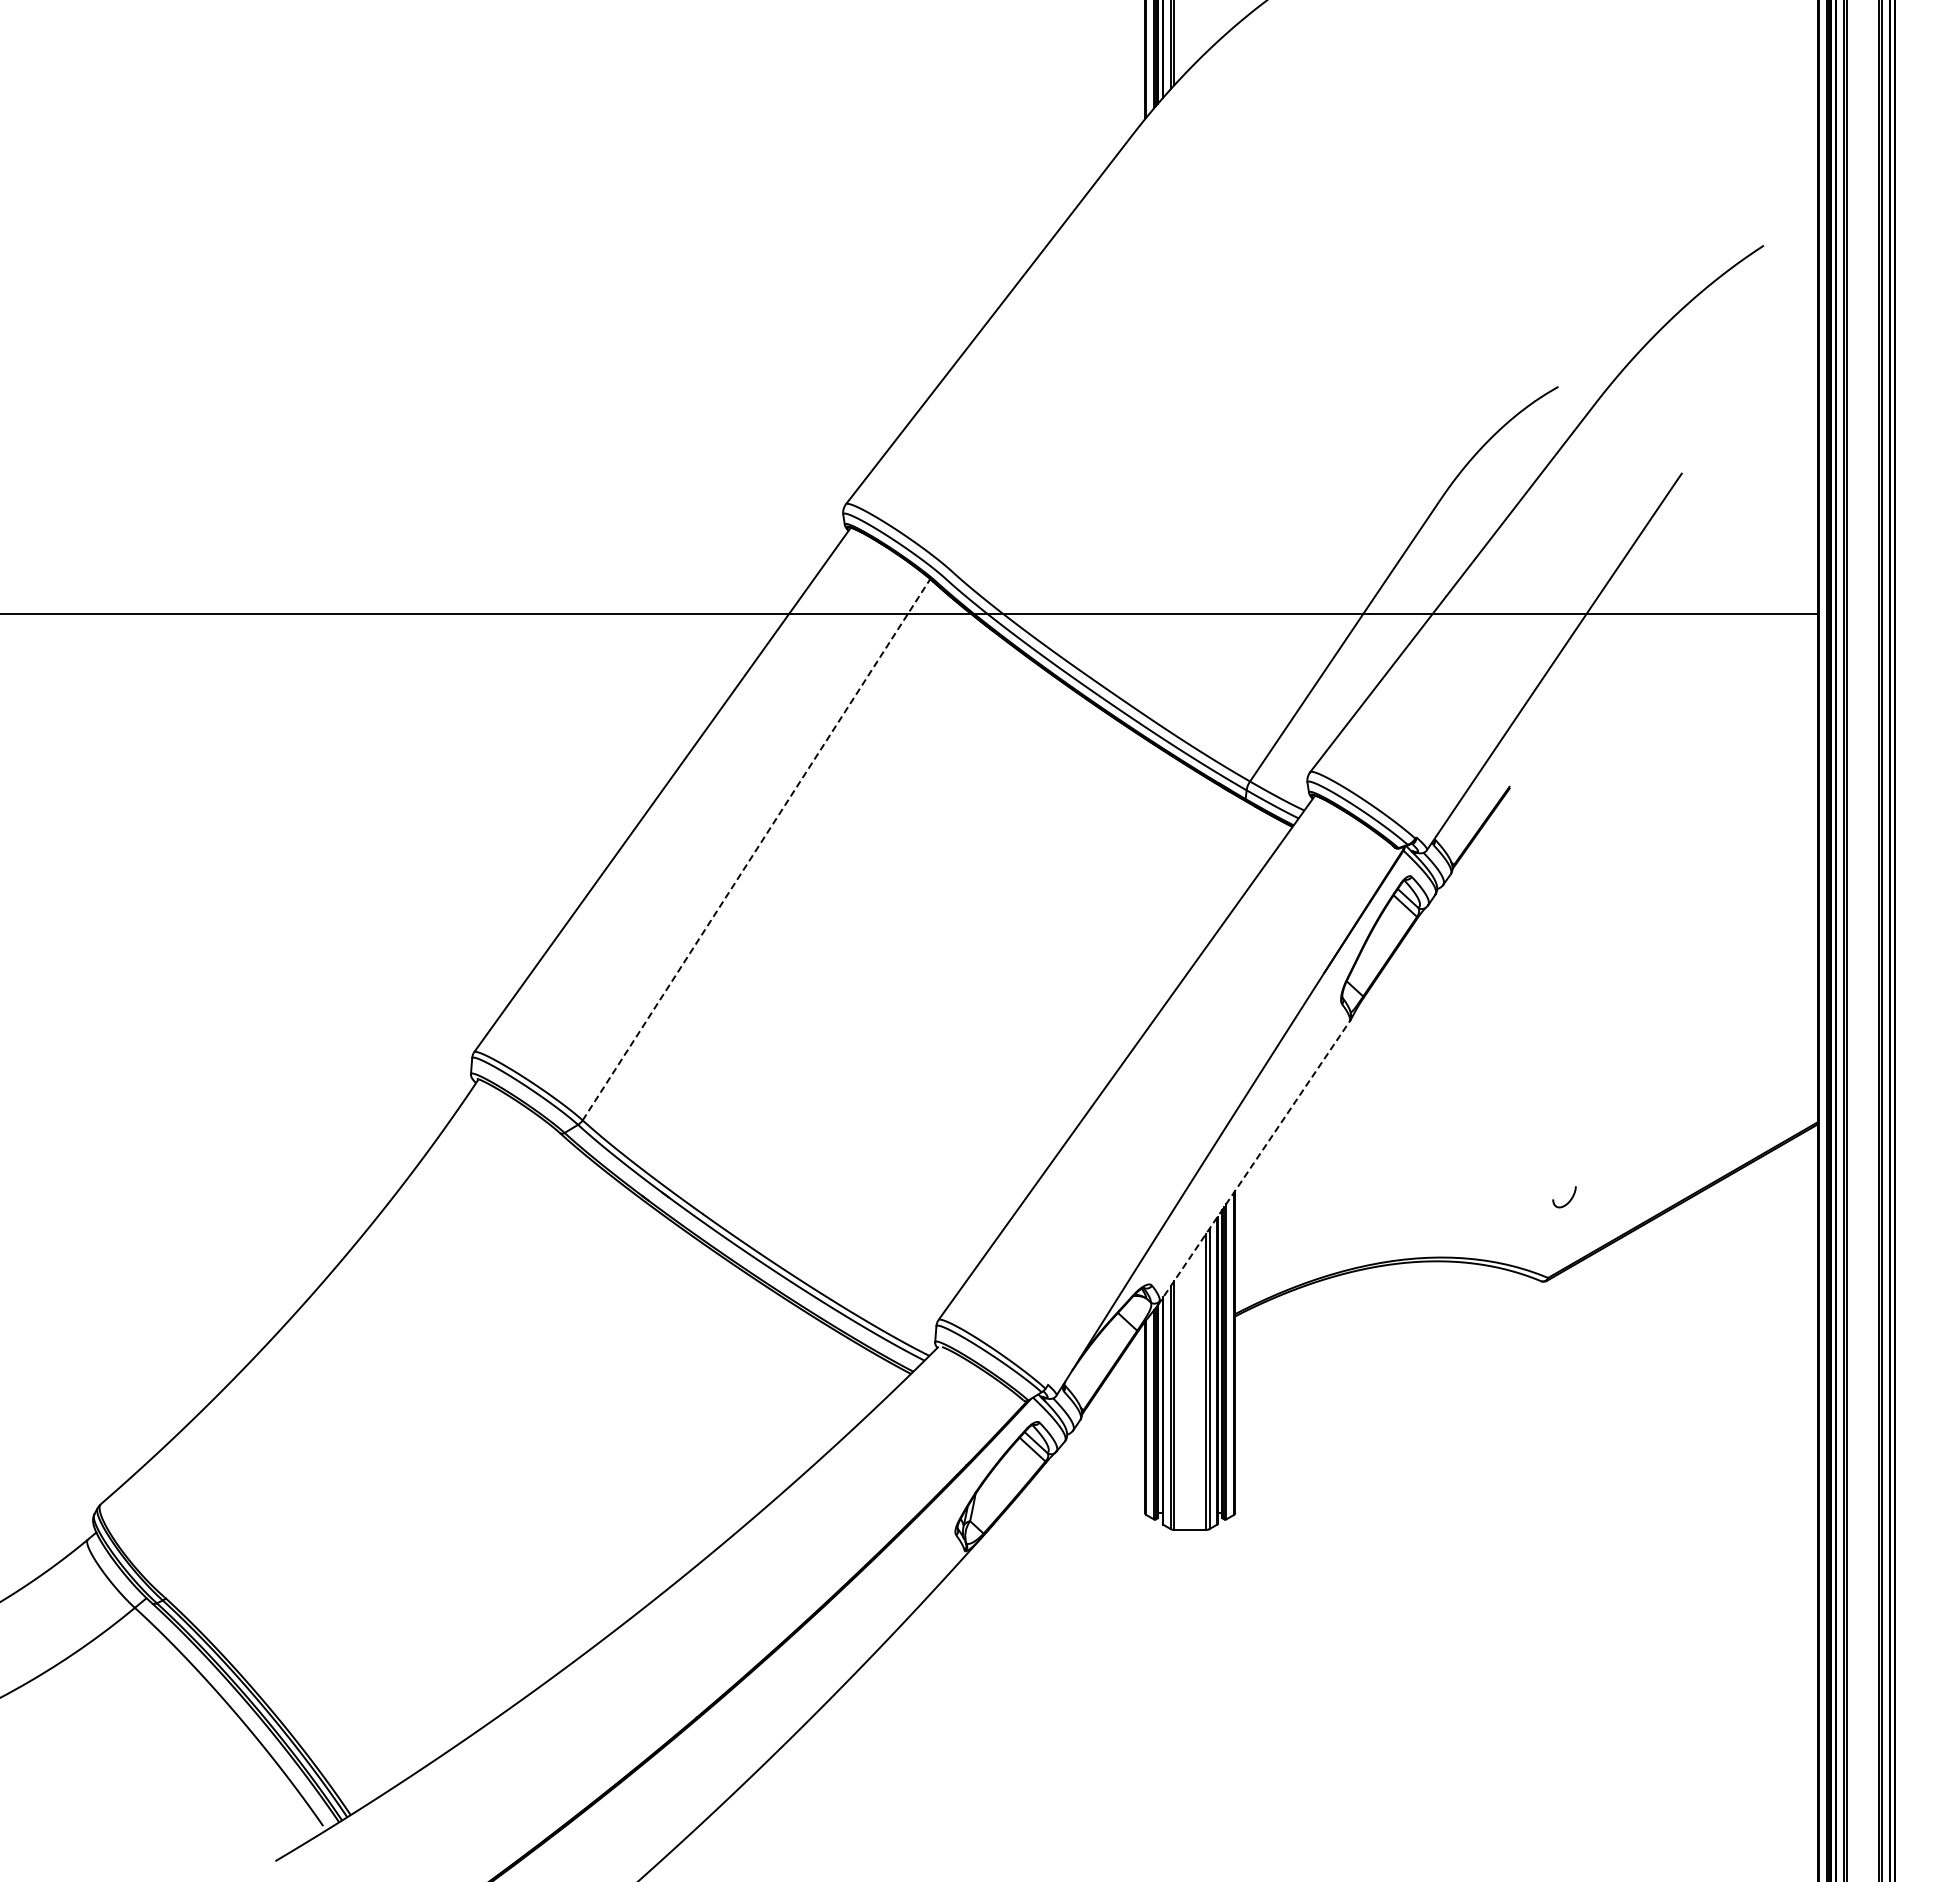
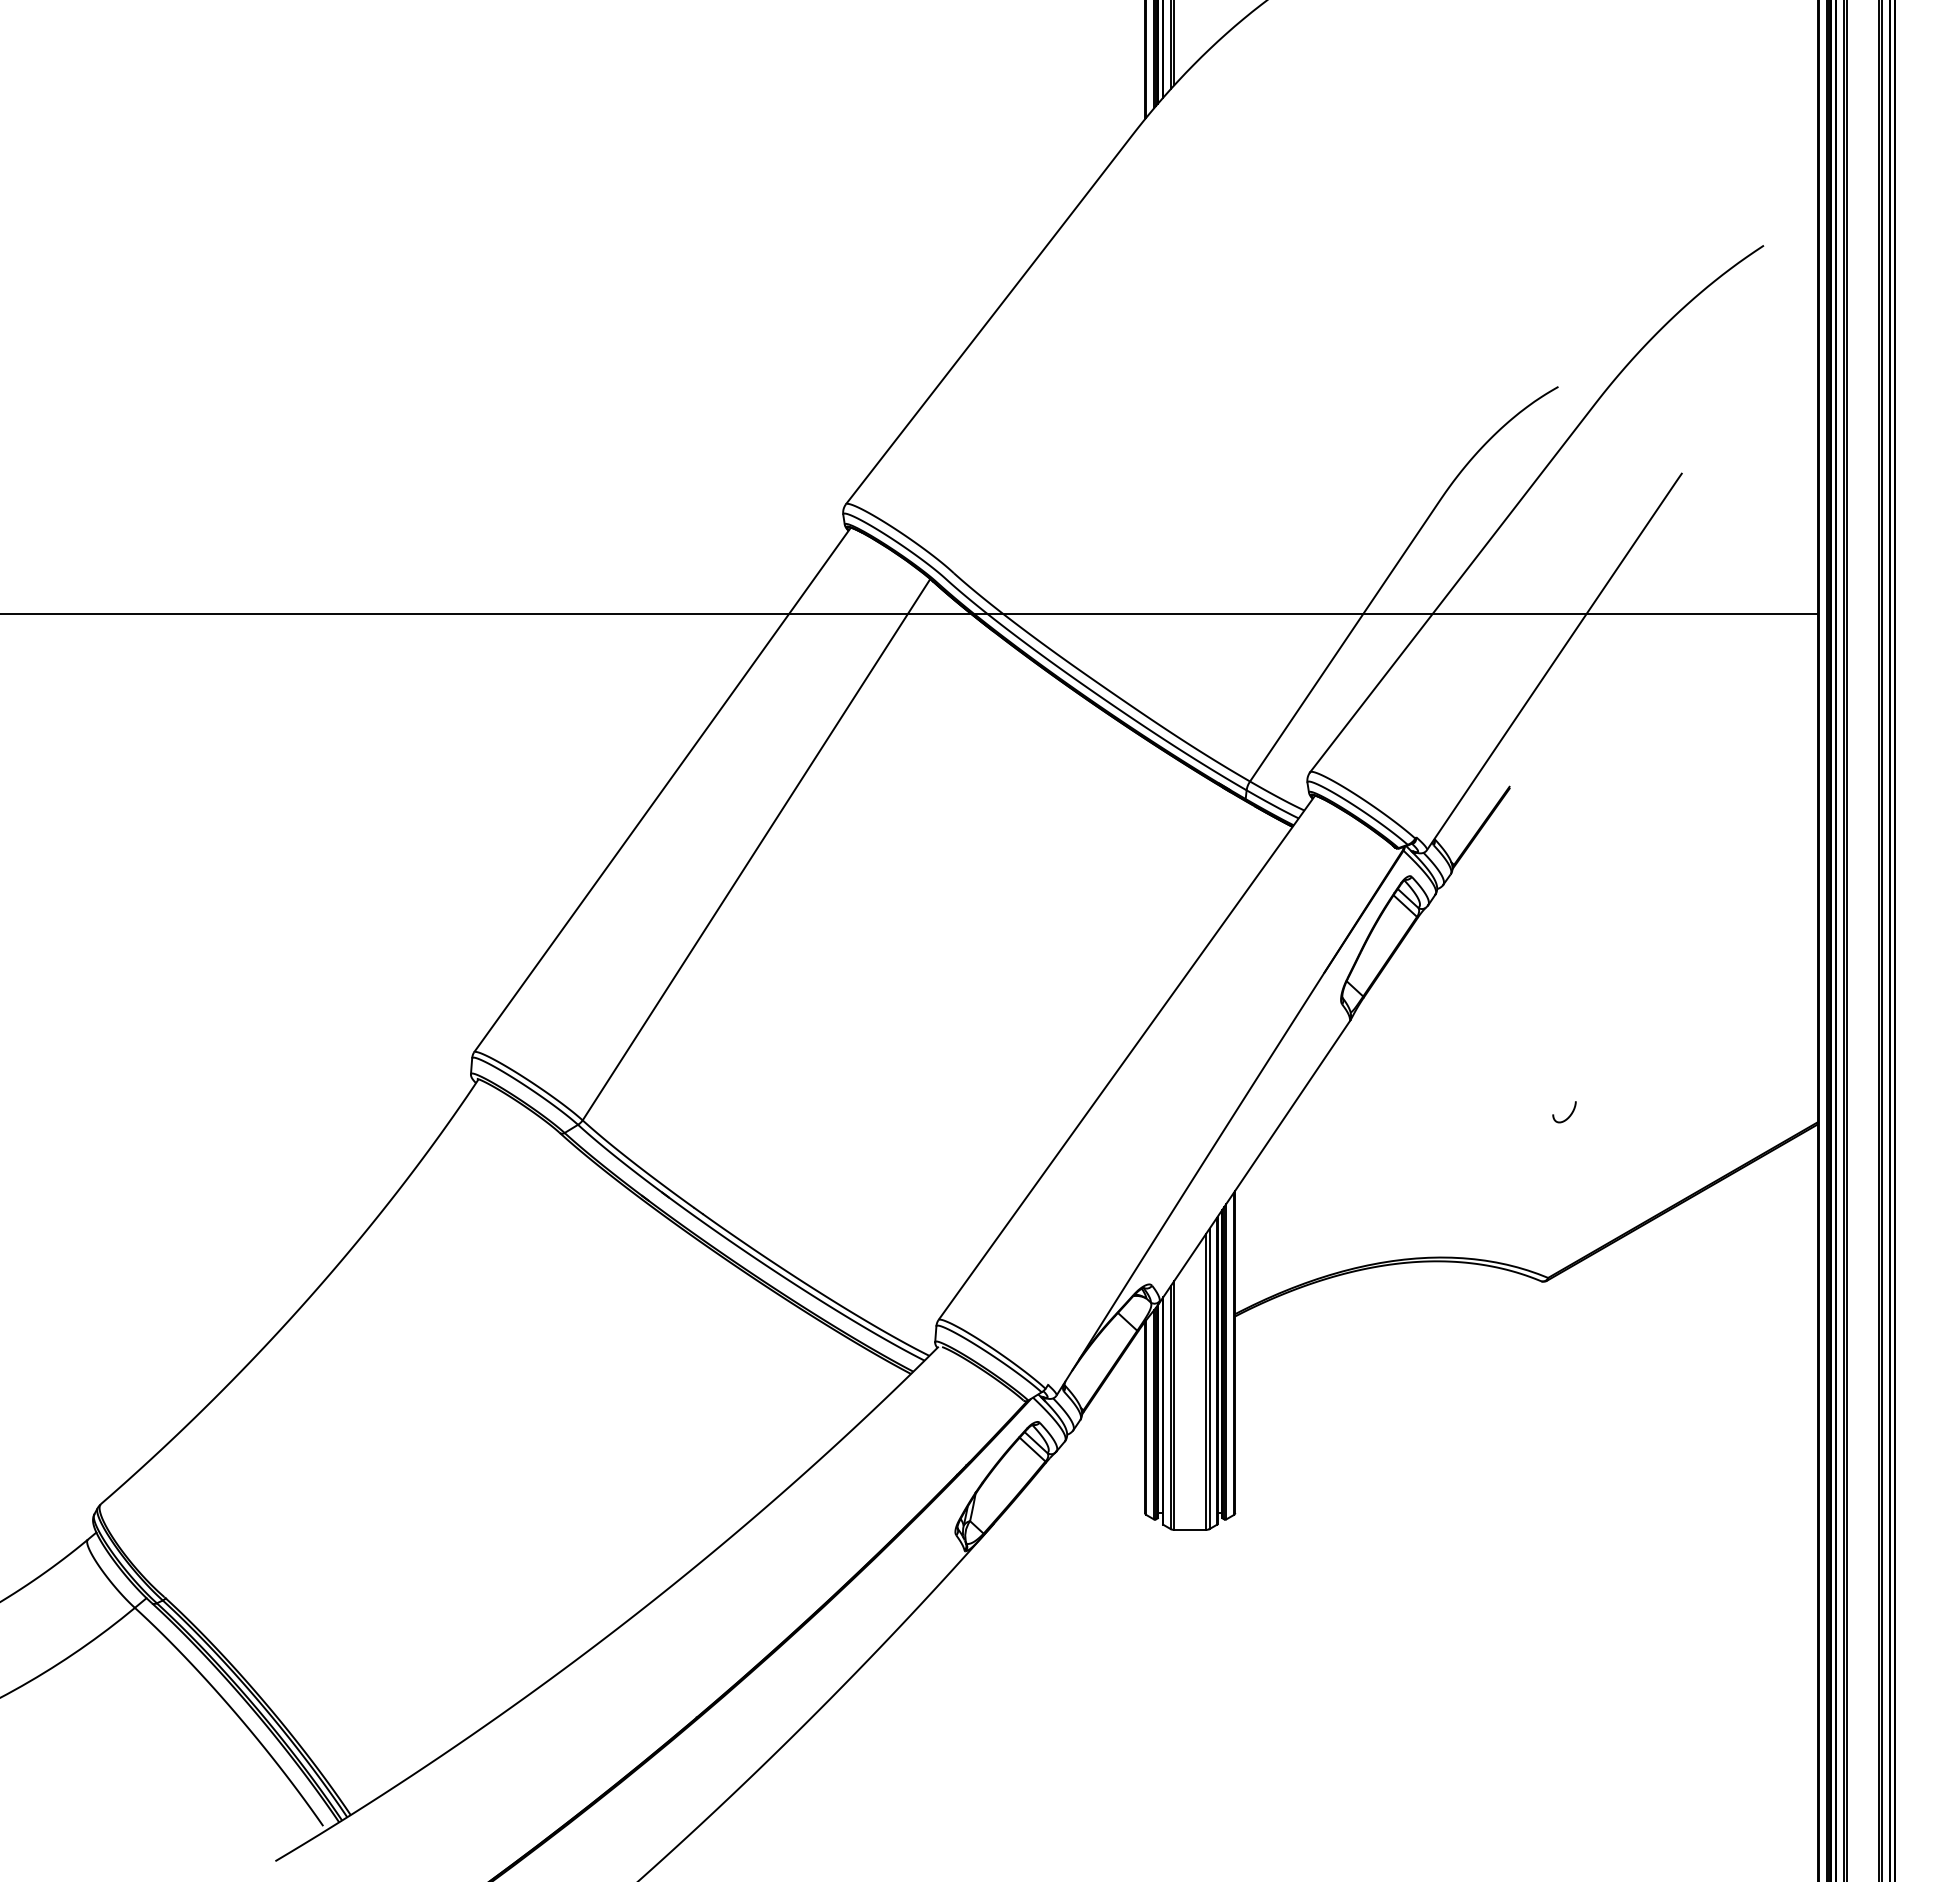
line at (756, 849): dashed -> solid
line at (1254, 1162): dashed -> solid
curve at (1568, 1201) position: (1568, 1201) -> (1568, 1116)
